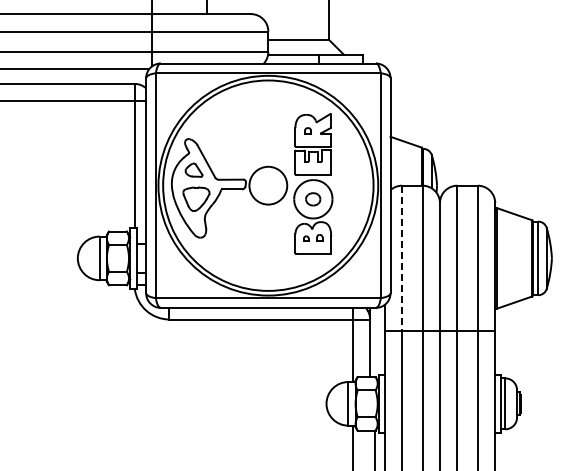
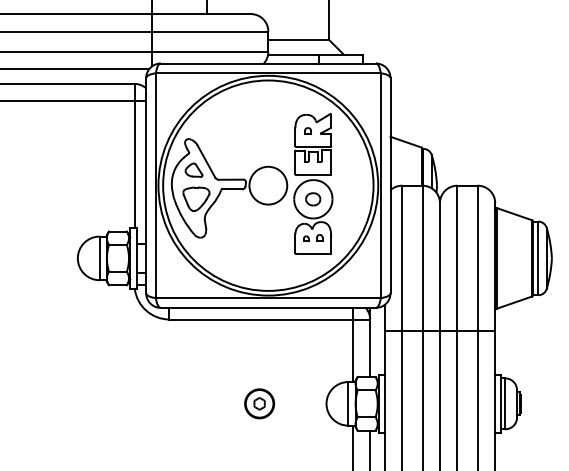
line at (402, 258): dashed -> solid
part at (259, 403): none -> present
line at (375, 448) position: (375, 448) -> (370, 448)
